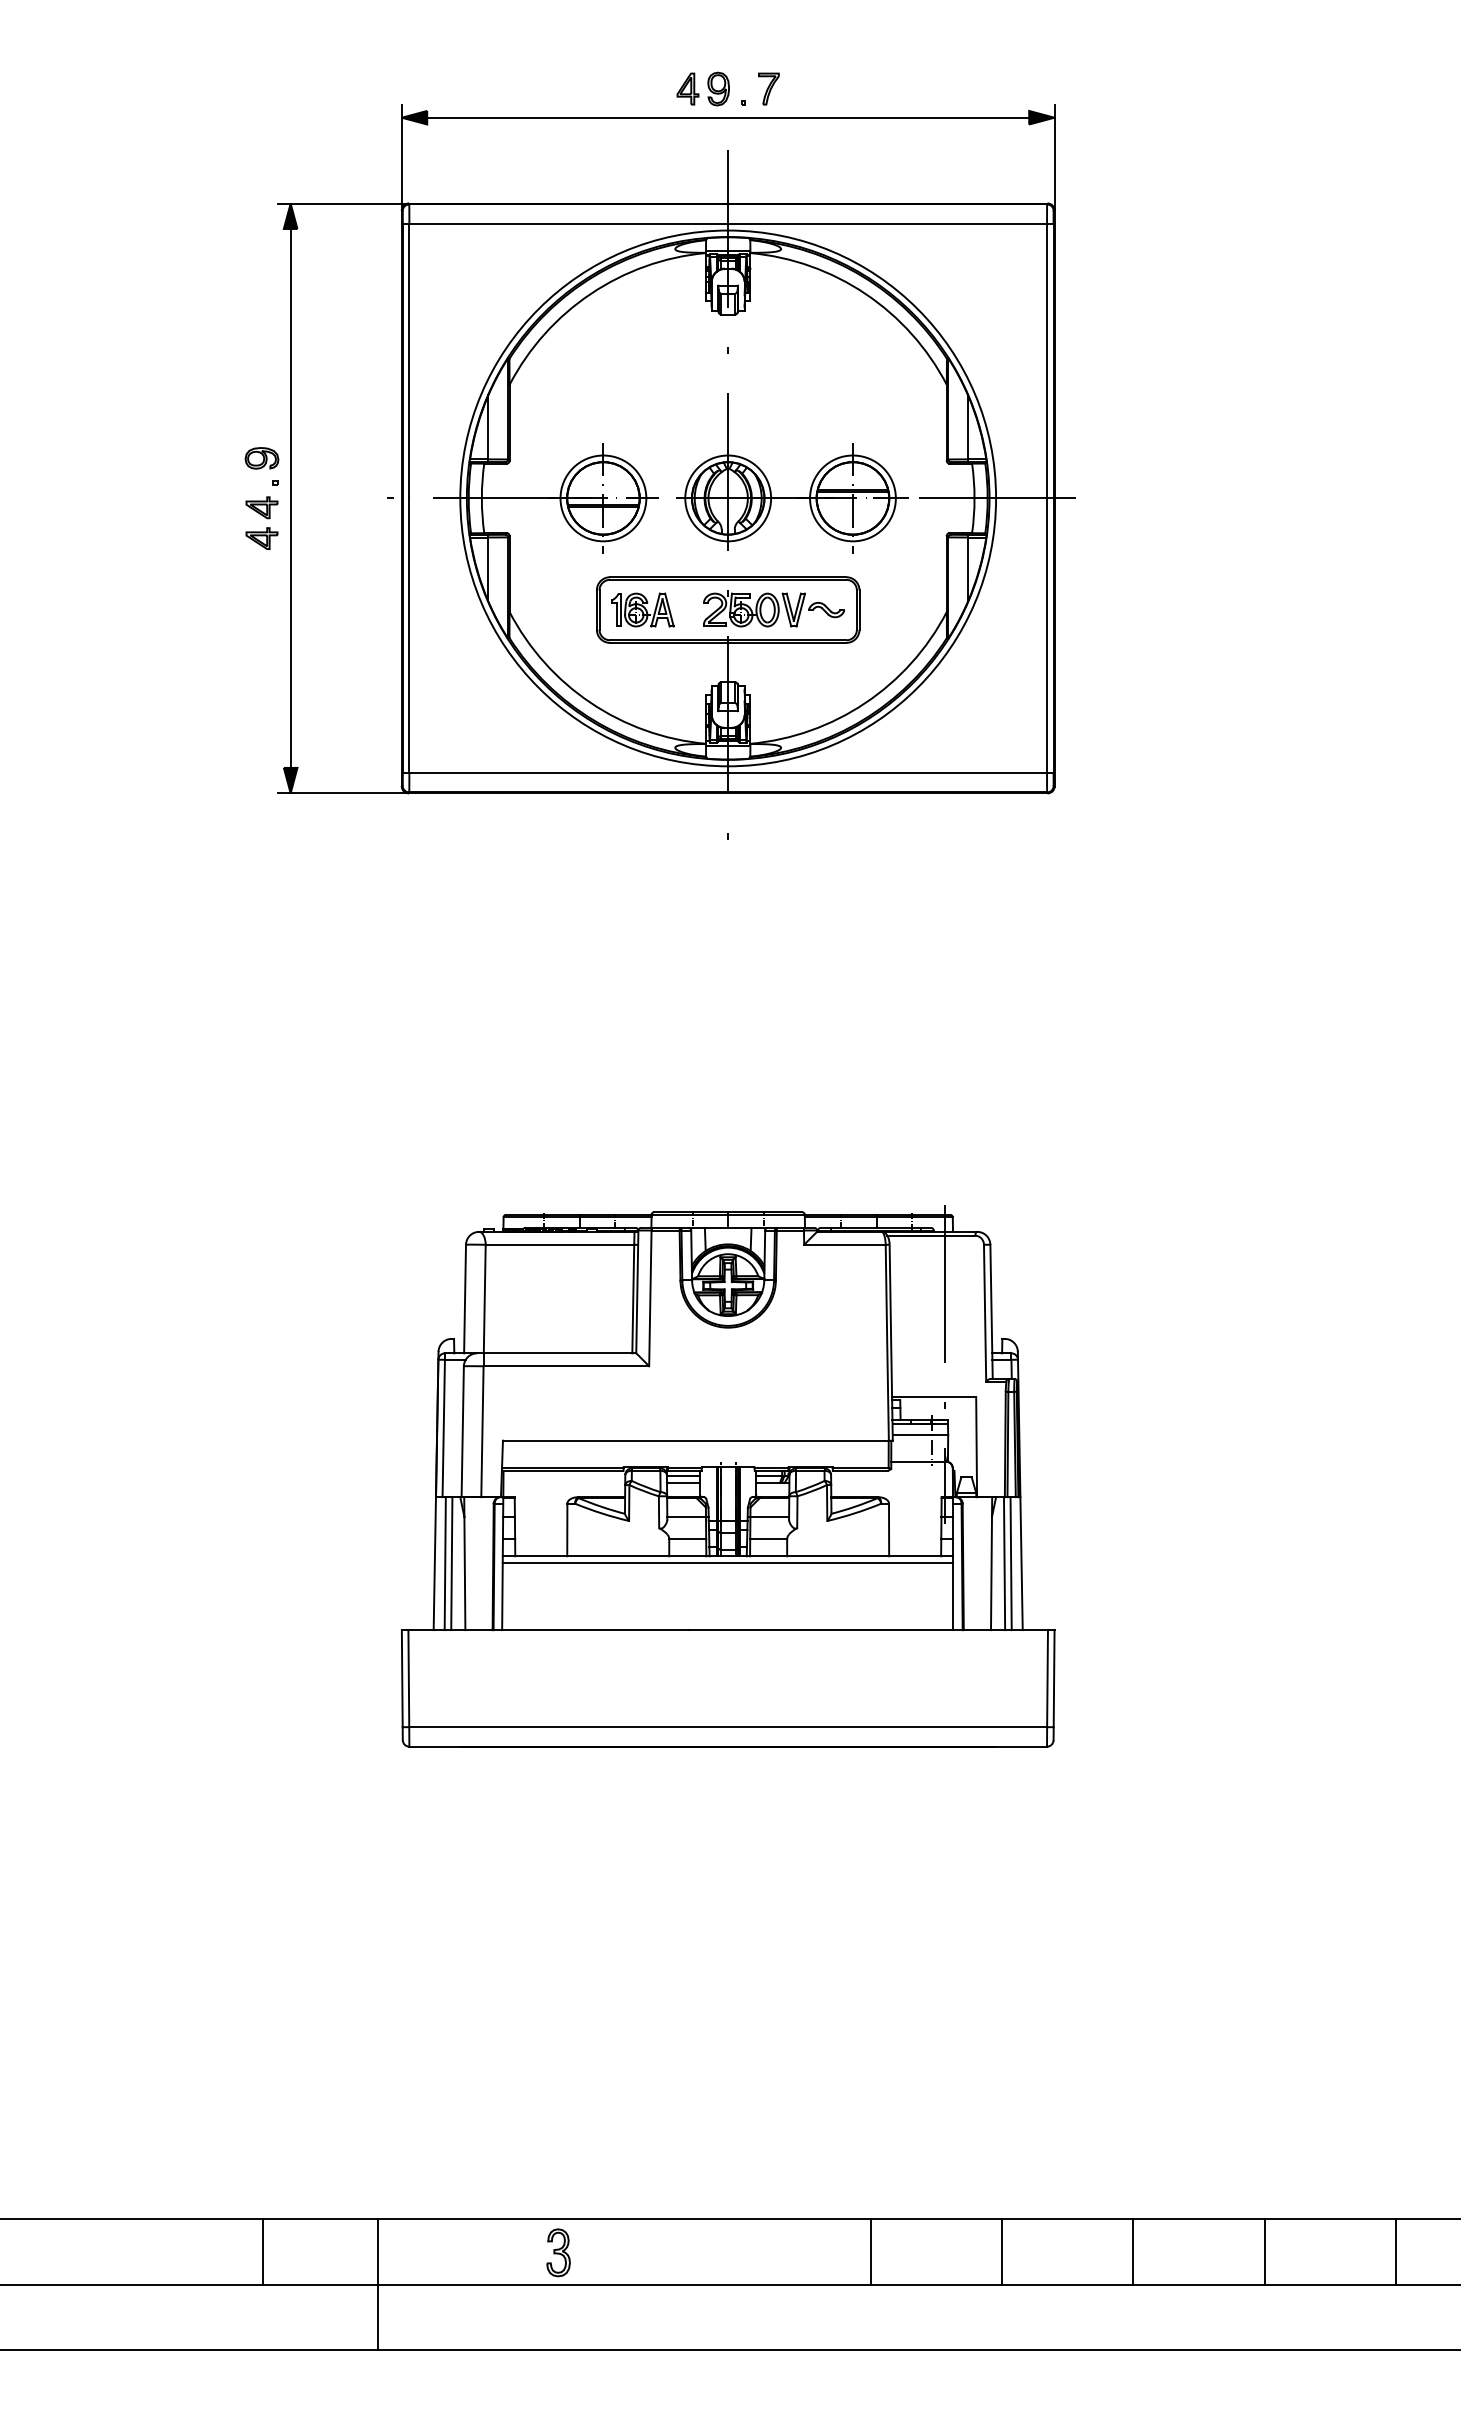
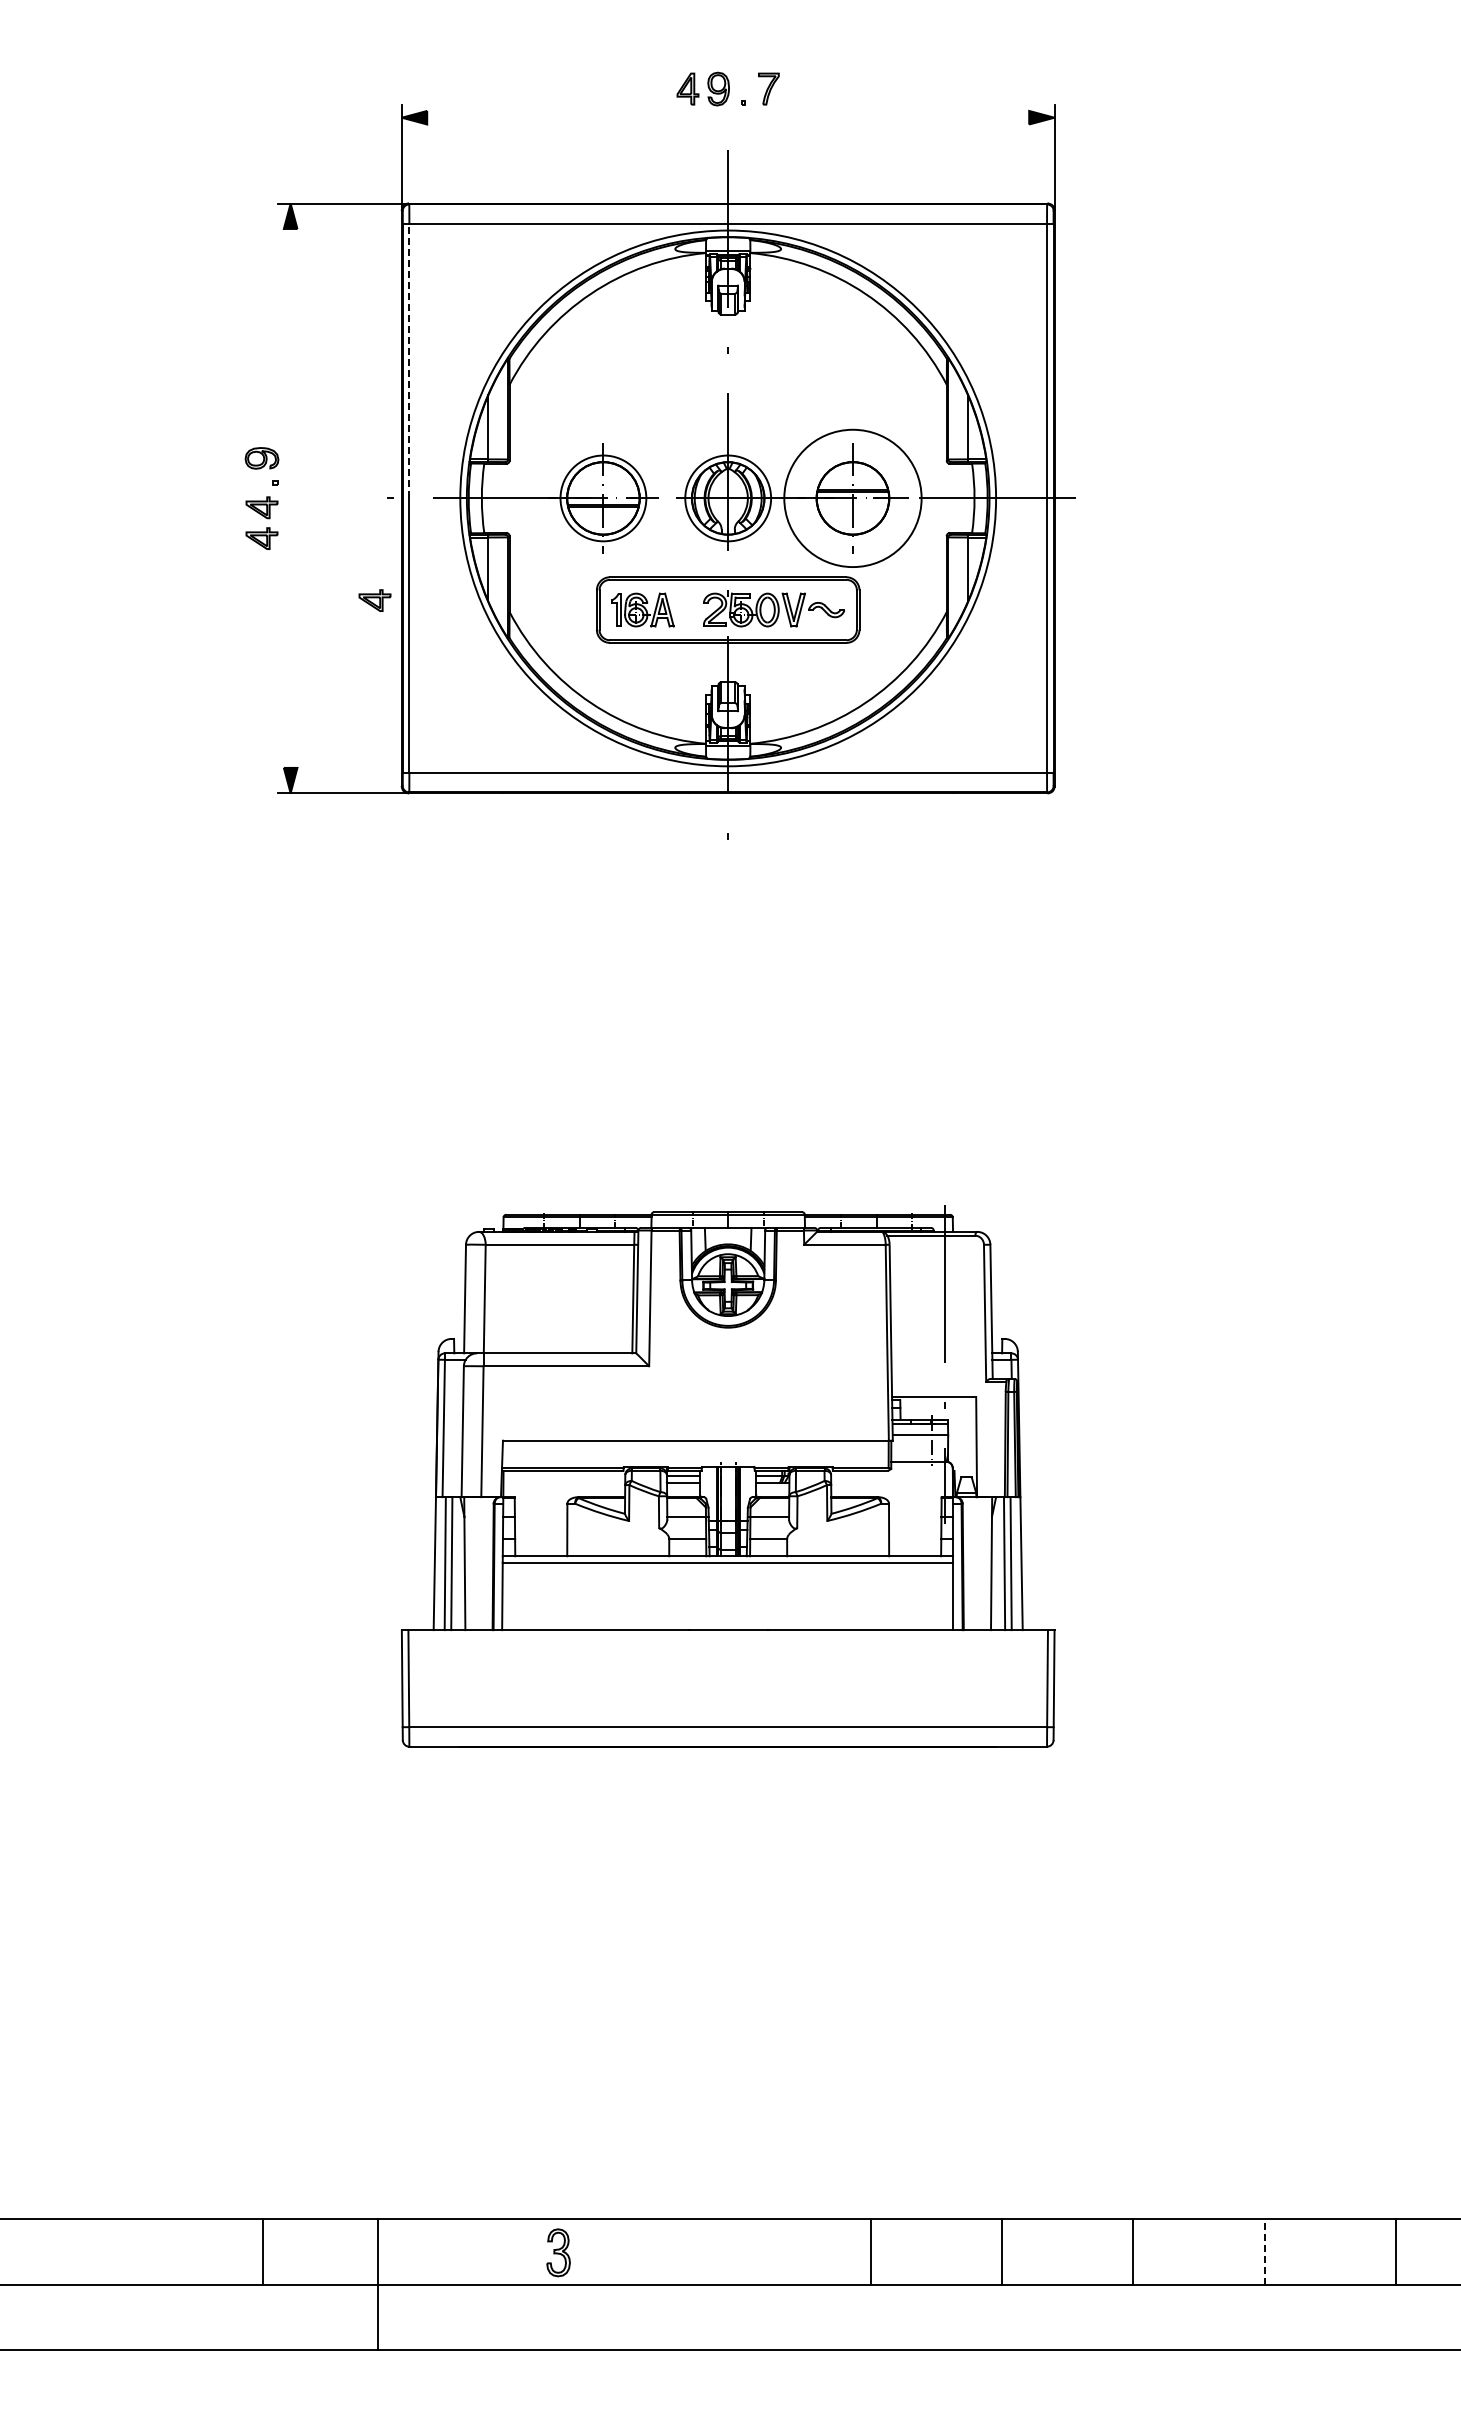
line at (728, 117): present -> none
line at (409, 360): solid -> dashed
line at (290, 497): present -> none
circle at (852, 498) diameter: 86 px -> 137 px
part at (374, 600): none -> present
line at (1264, 2251): solid -> dashed
